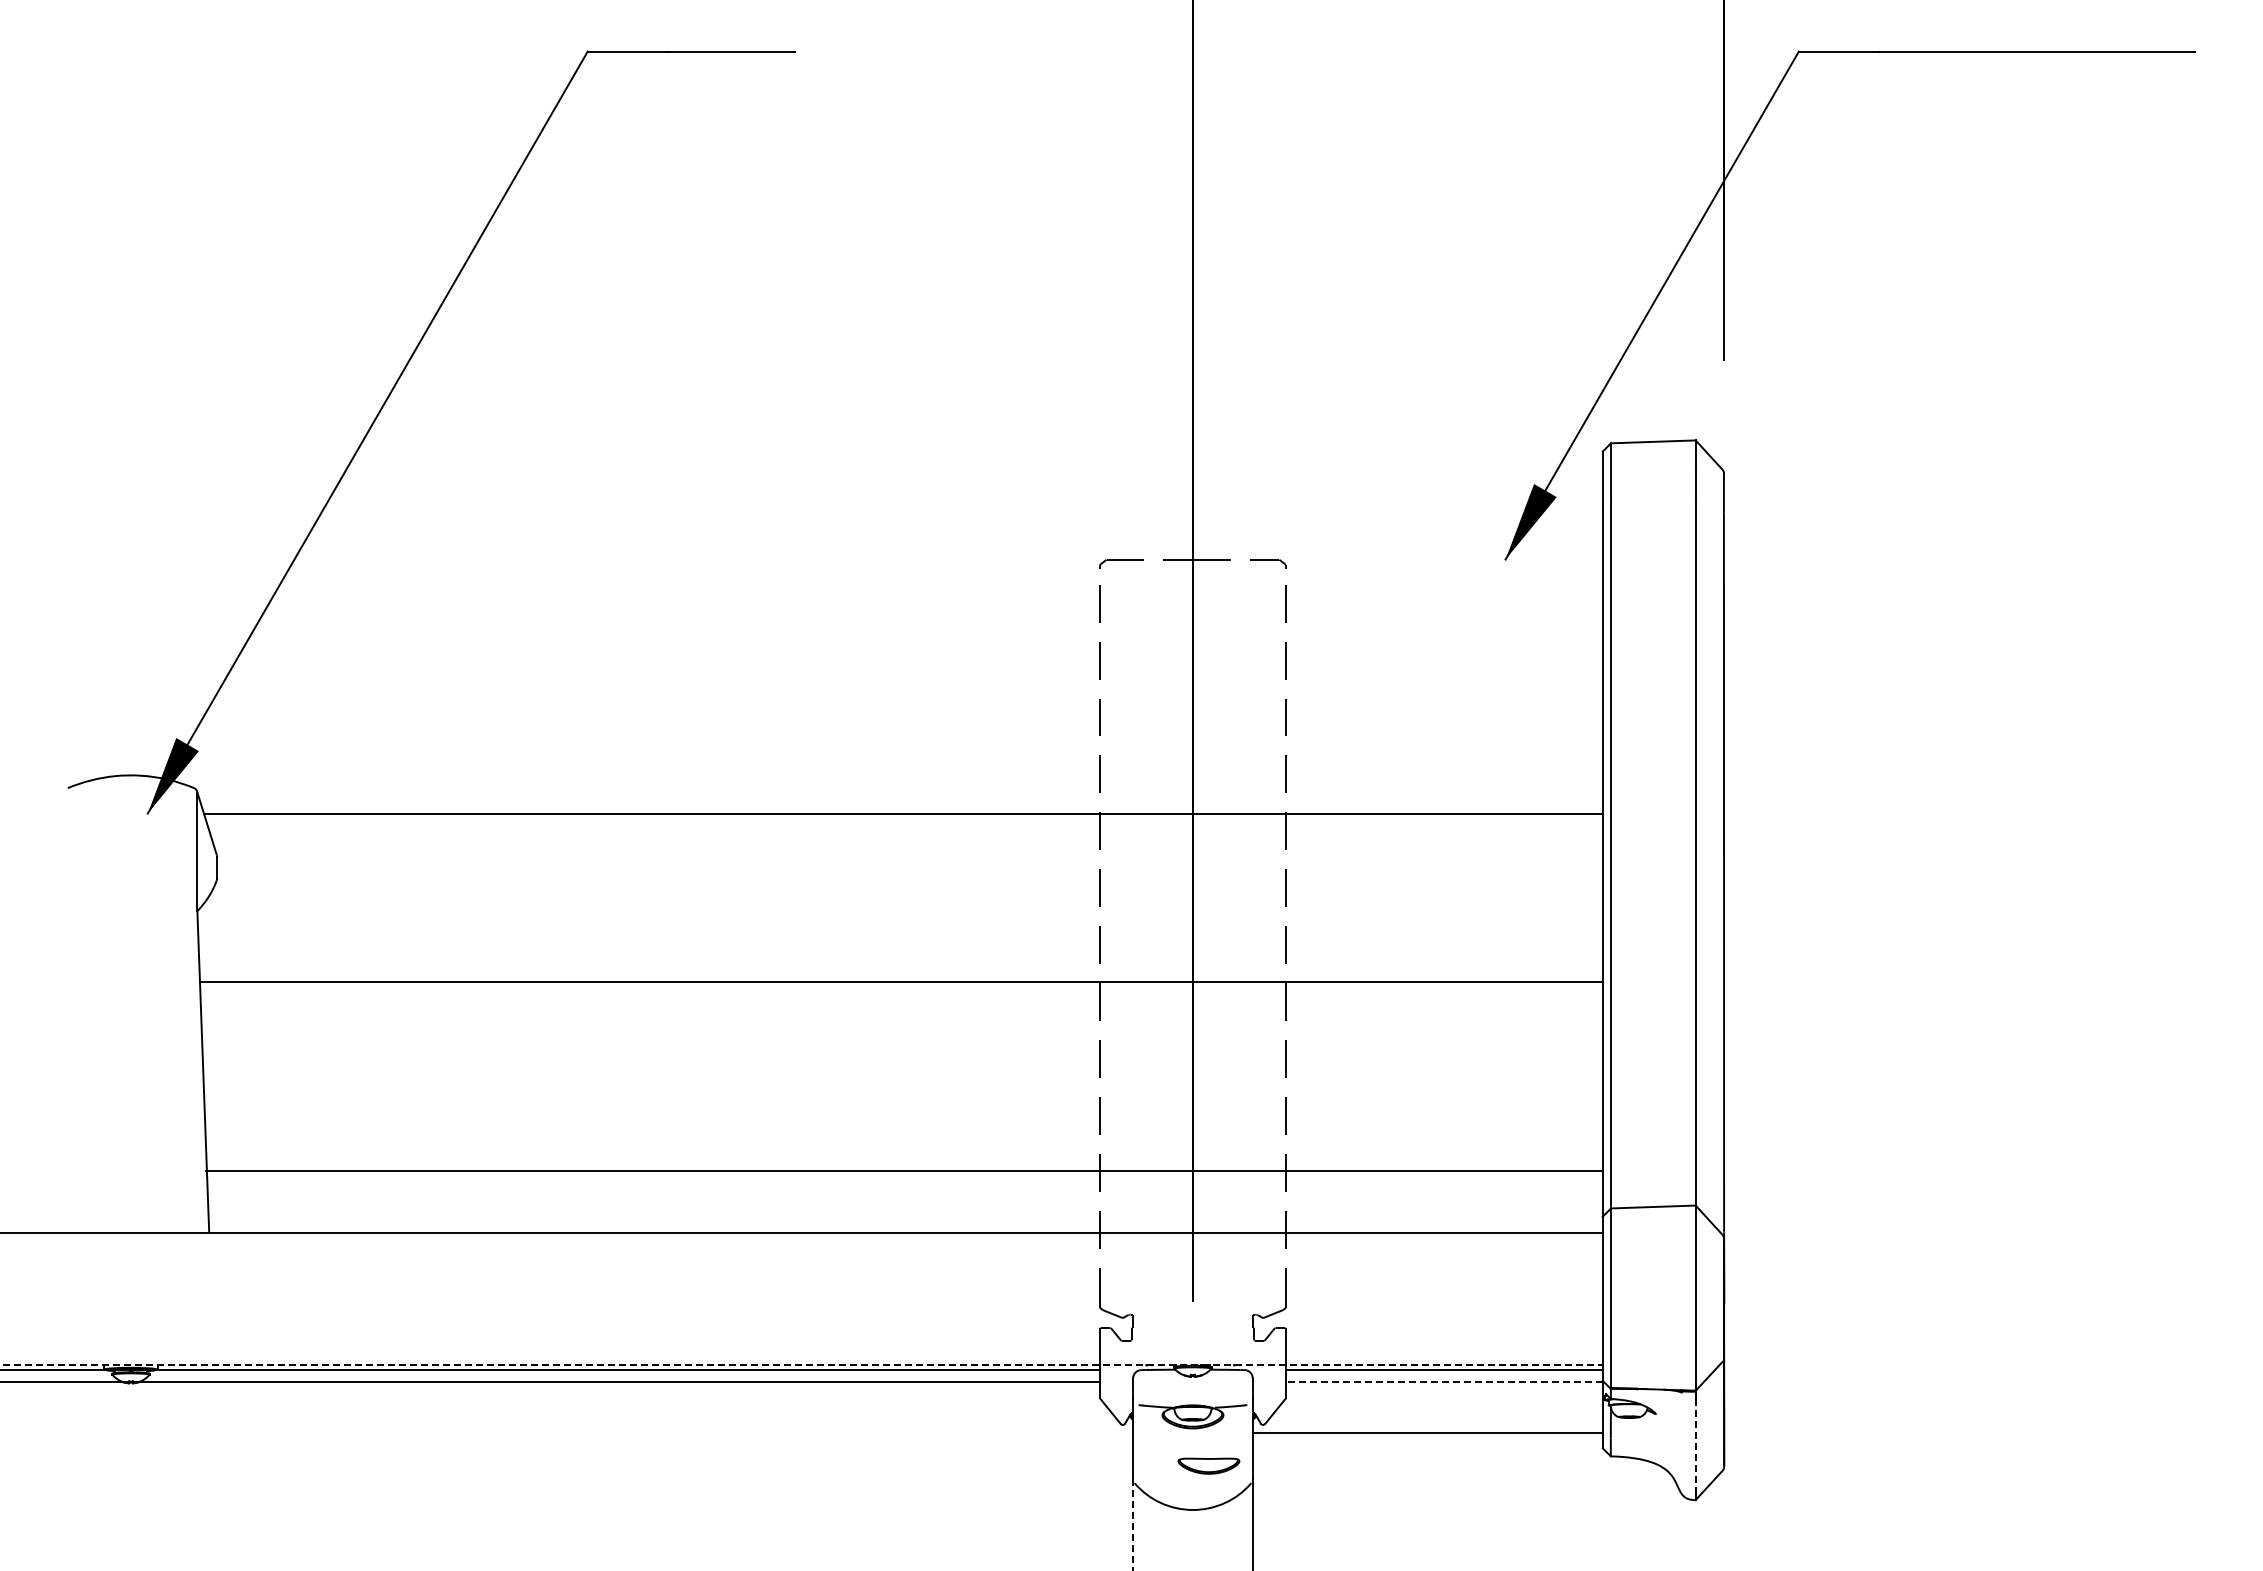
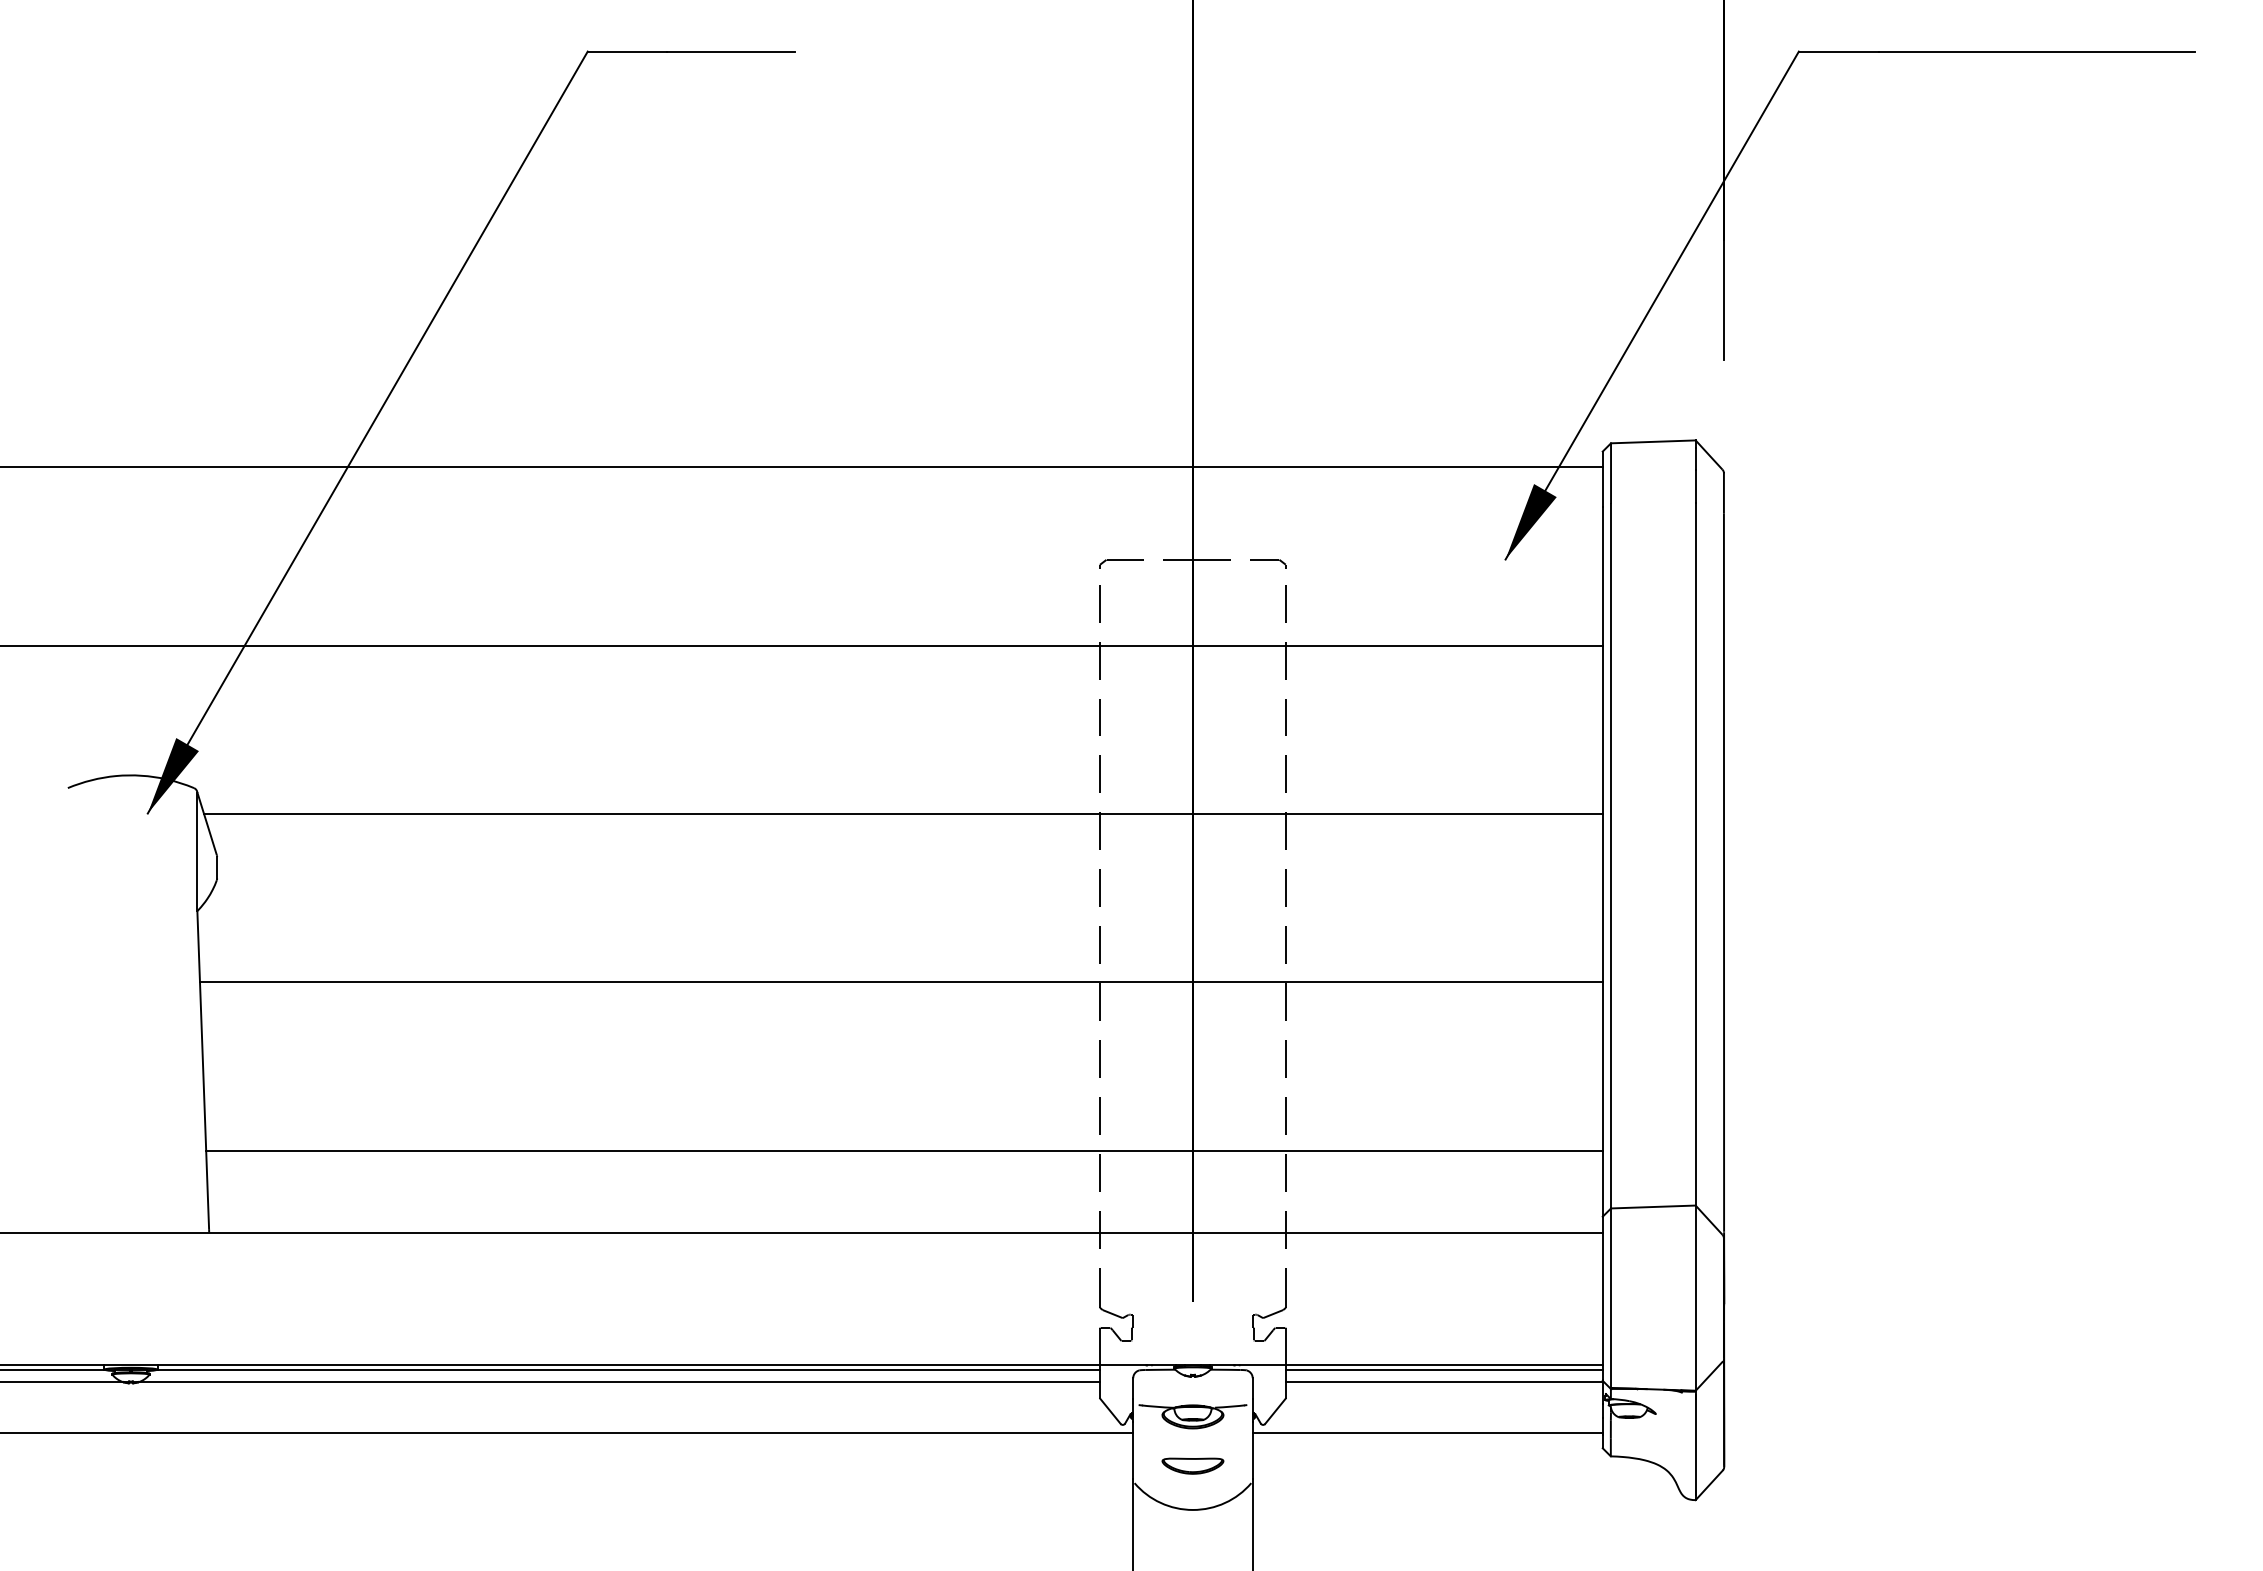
line at (802, 467): none -> present
line at (802, 646): none -> present
line at (904, 1170) position: (904, 1170) -> (904, 1150)
line at (801, 1365): dashed -> solid
line at (1443, 1382): dashed -> solid
line at (567, 1432): none -> present
line at (1695, 1445): dashed -> solid
part at (1208, 1465) position: (1208, 1465) -> (1192, 1465)
line at (1133, 1525): dashed -> solid
